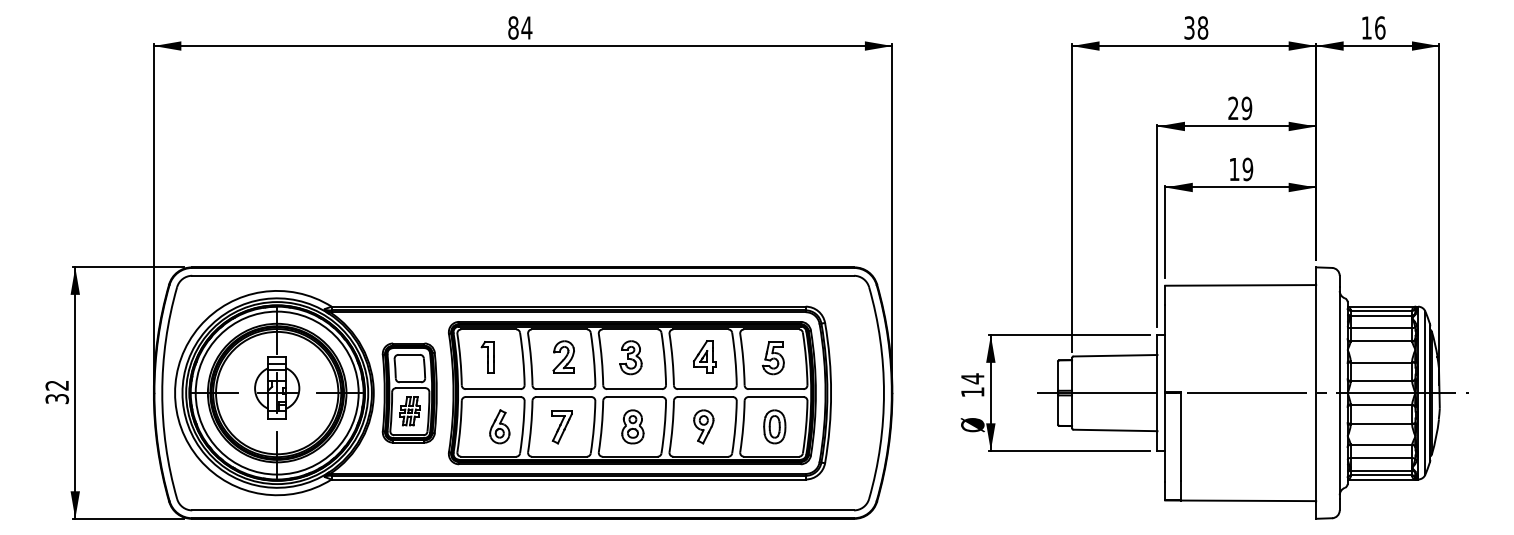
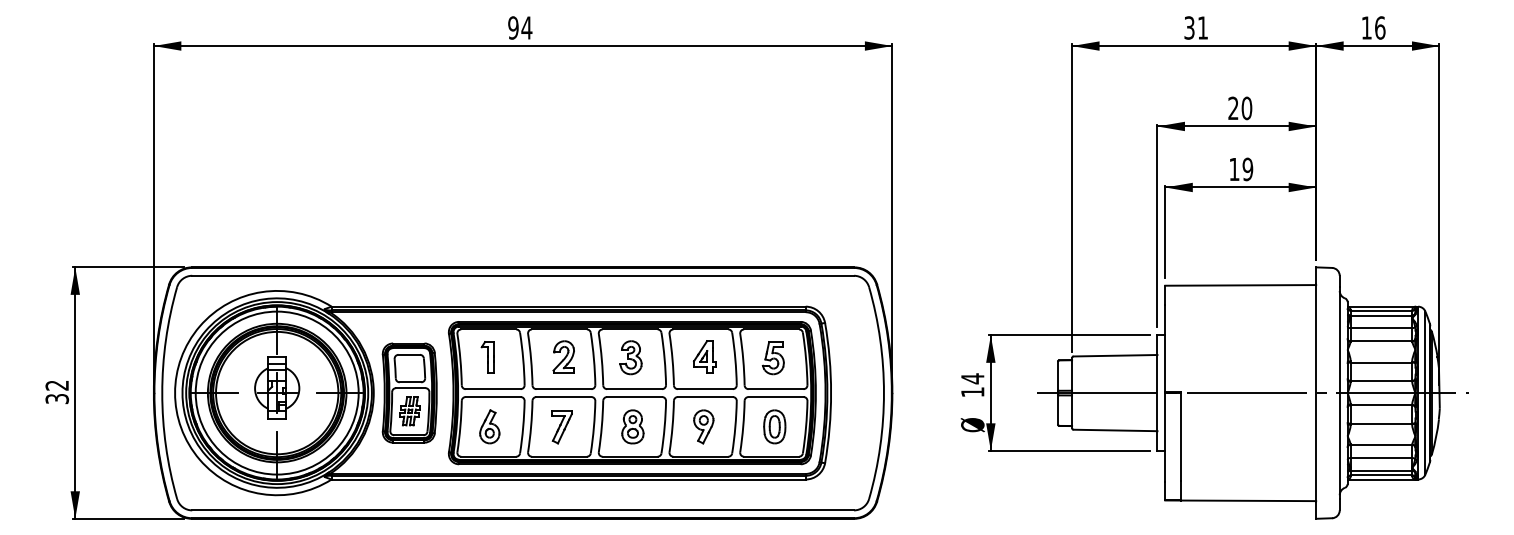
text at (513, 27): 84 -> 94
text at (1202, 27): 38 -> 31
text at (1246, 108): 29 -> 20
part at (499, 426) position: (499, 426) -> (489, 426)
